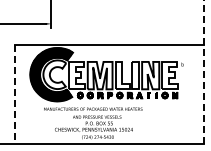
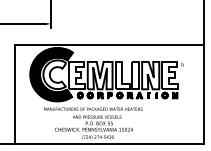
line at (203, 72): dashed -> solid
line at (14, 94): dashed -> solid
